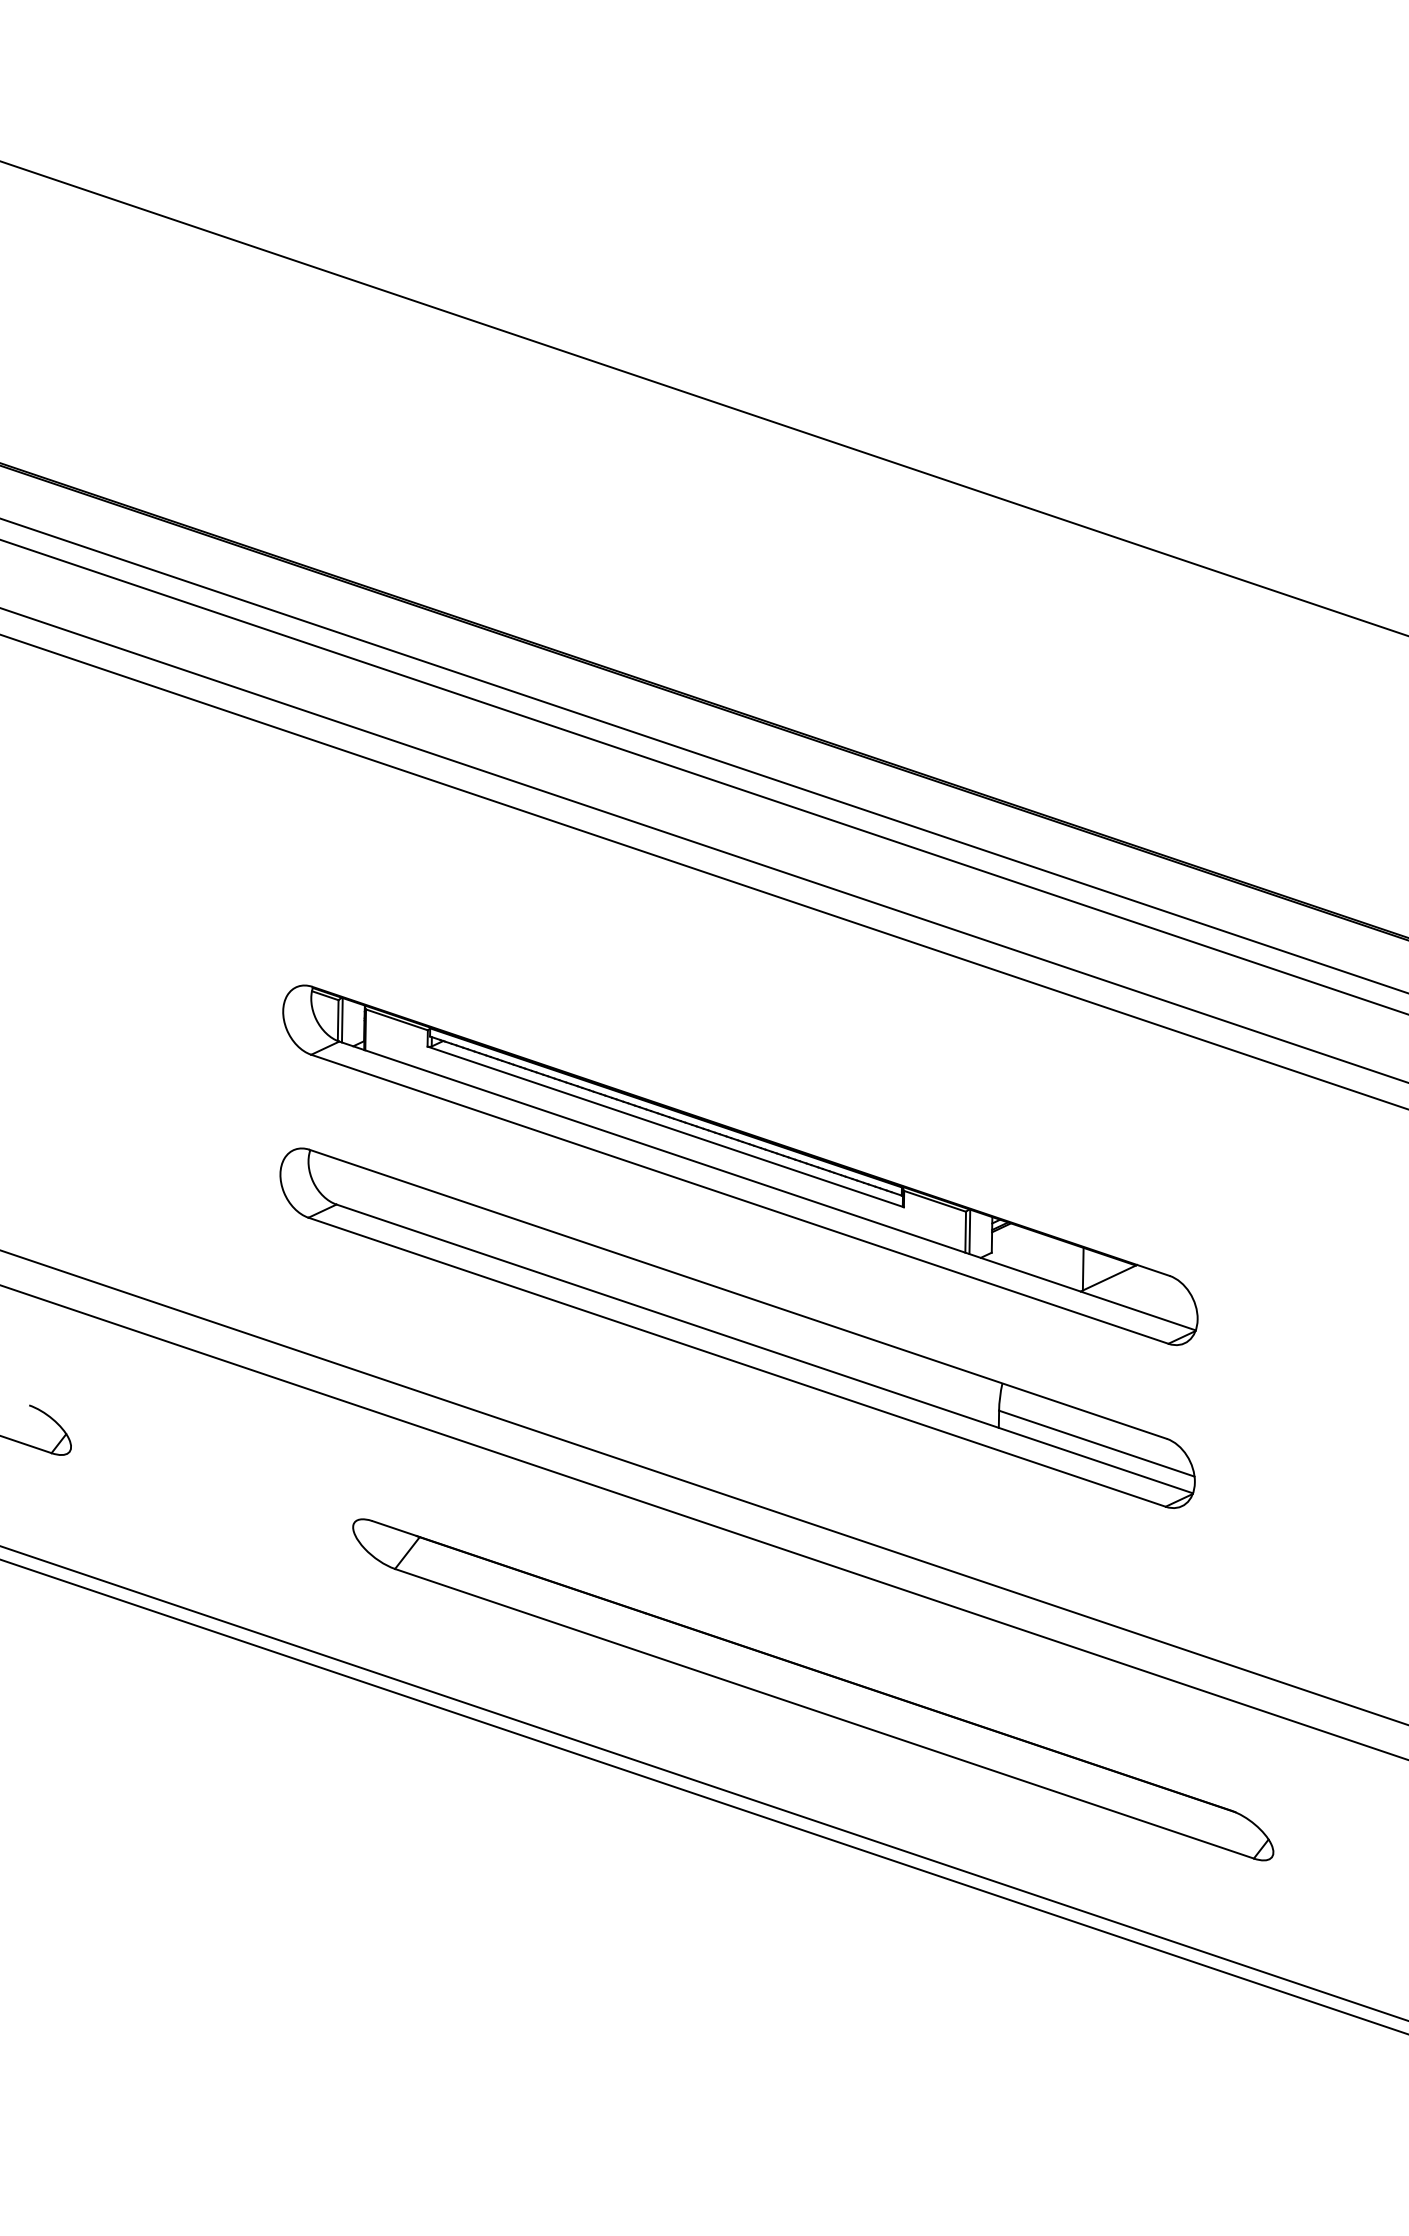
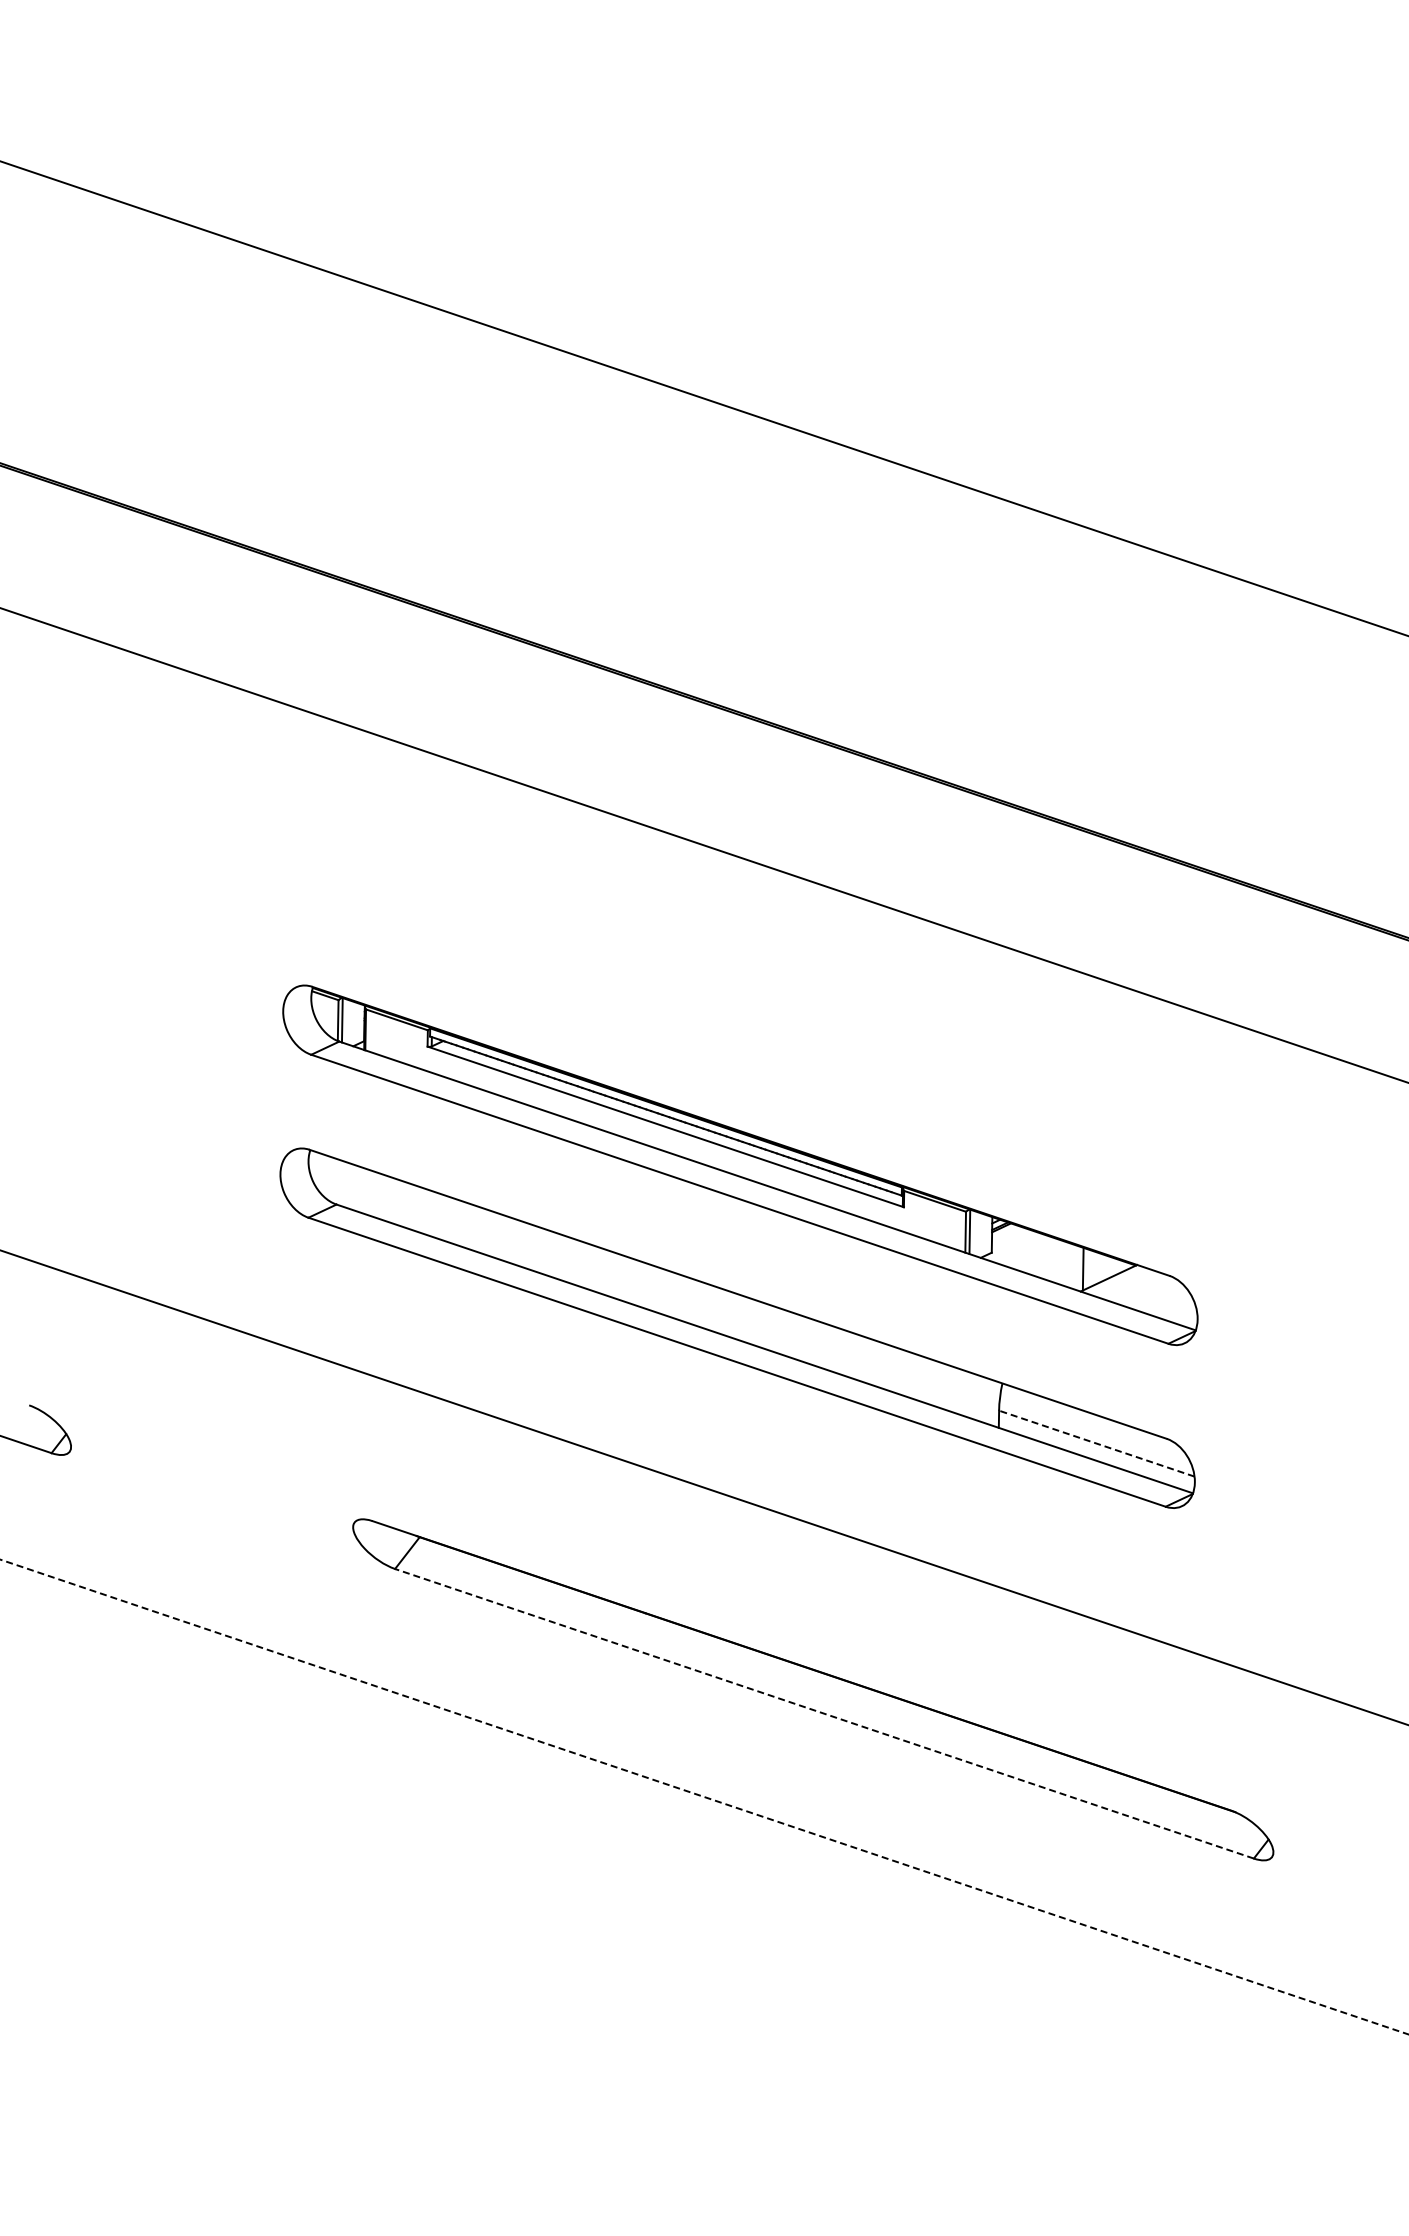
line at (703, 755): present -> none
line at (703, 776): present -> none
line at (703, 871): present -> none
line at (1096, 1443): solid -> dashed
line at (703, 1522): present -> none
line at (824, 1713): solid -> dashed
line at (703, 1782): present -> none
line at (704, 1797): solid -> dashed
